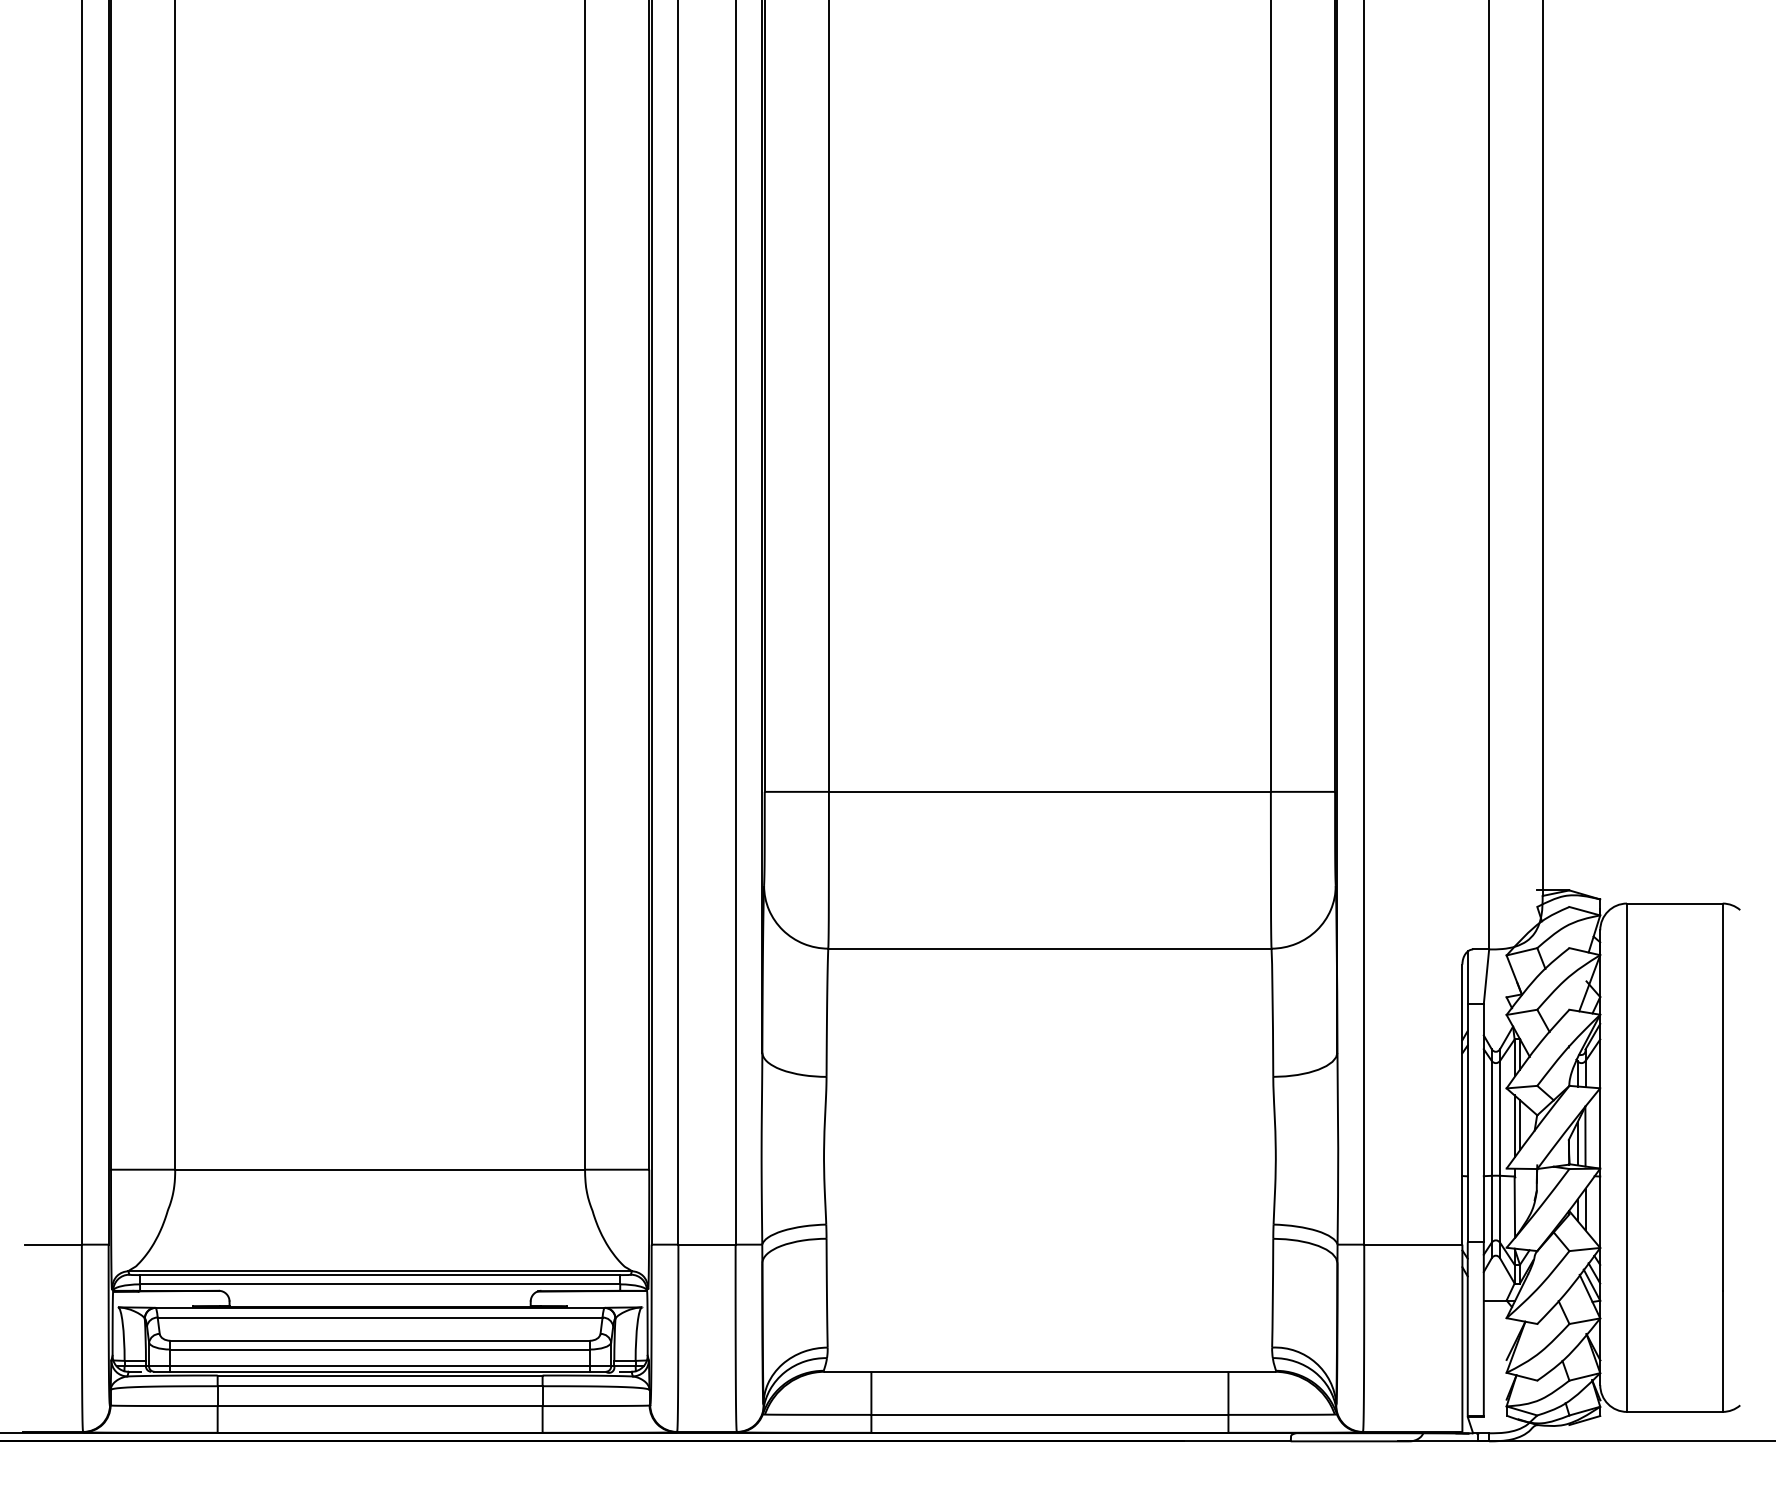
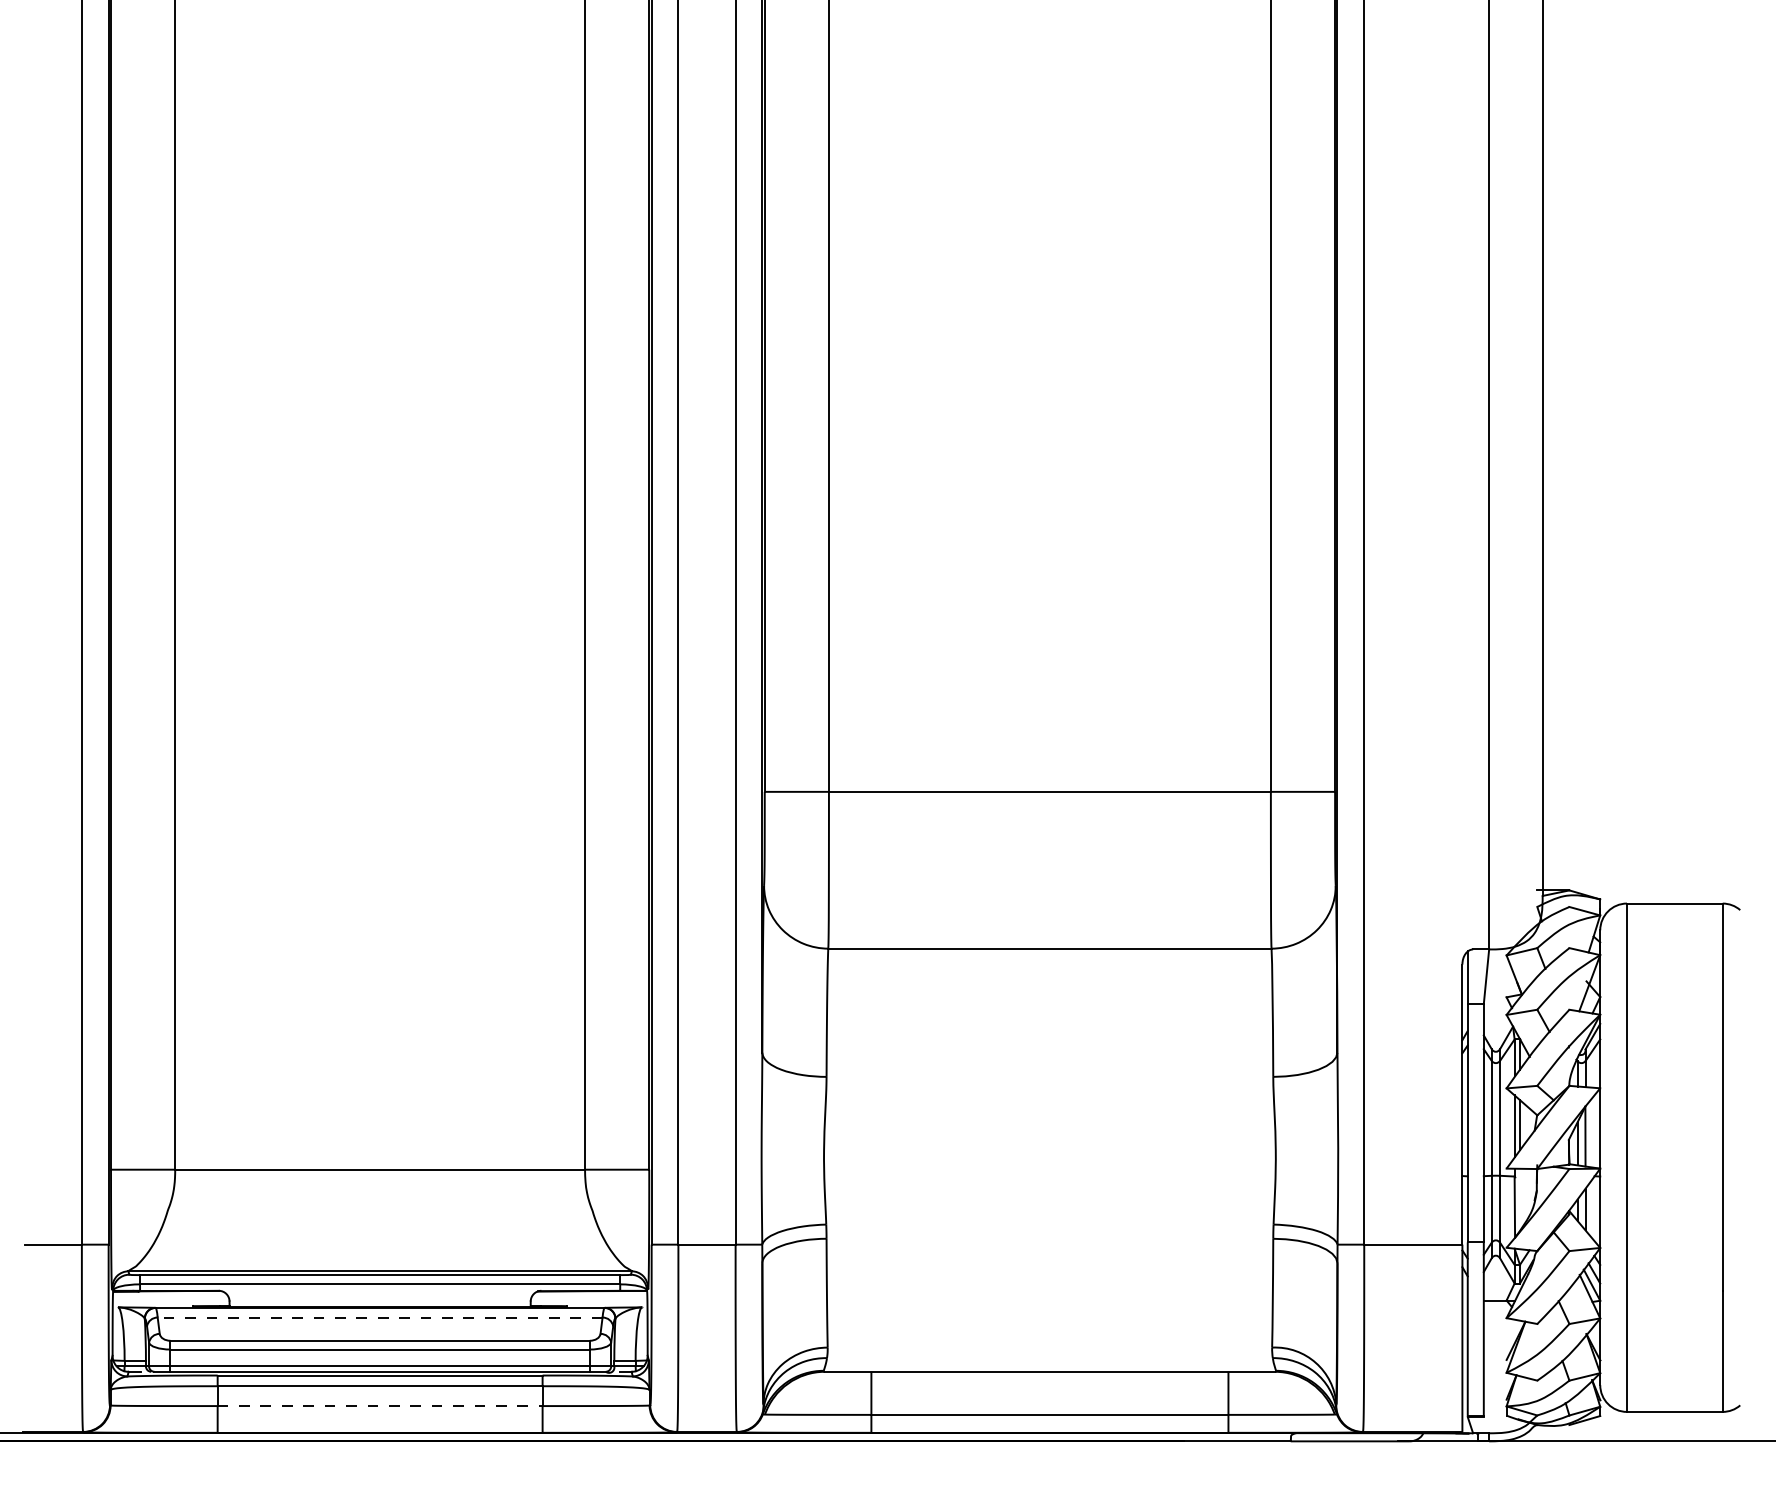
line at (379, 1317): solid -> dashed
line at (380, 1406): solid -> dashed
